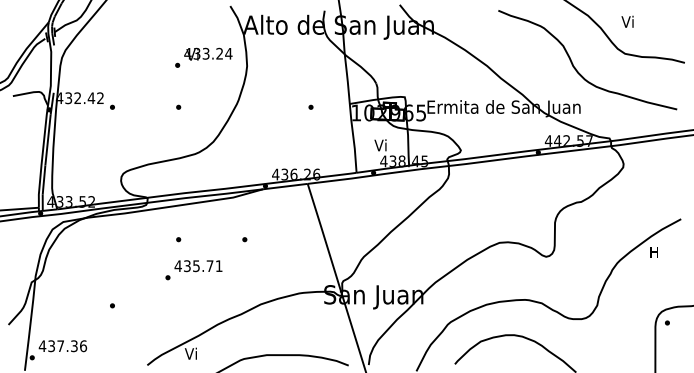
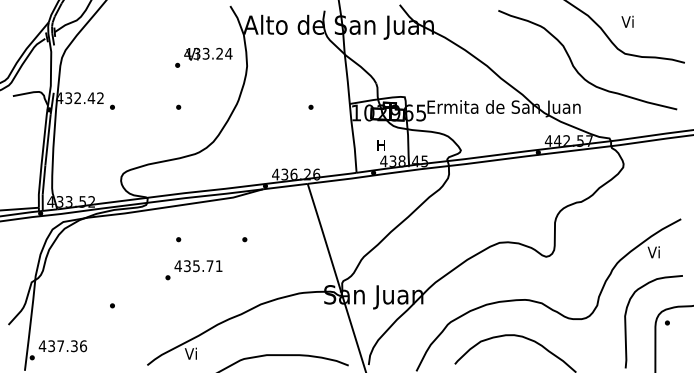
text at (380, 145): Vi -> H
text at (653, 252): H -> Vi
curve at (626, 321): none -> present
